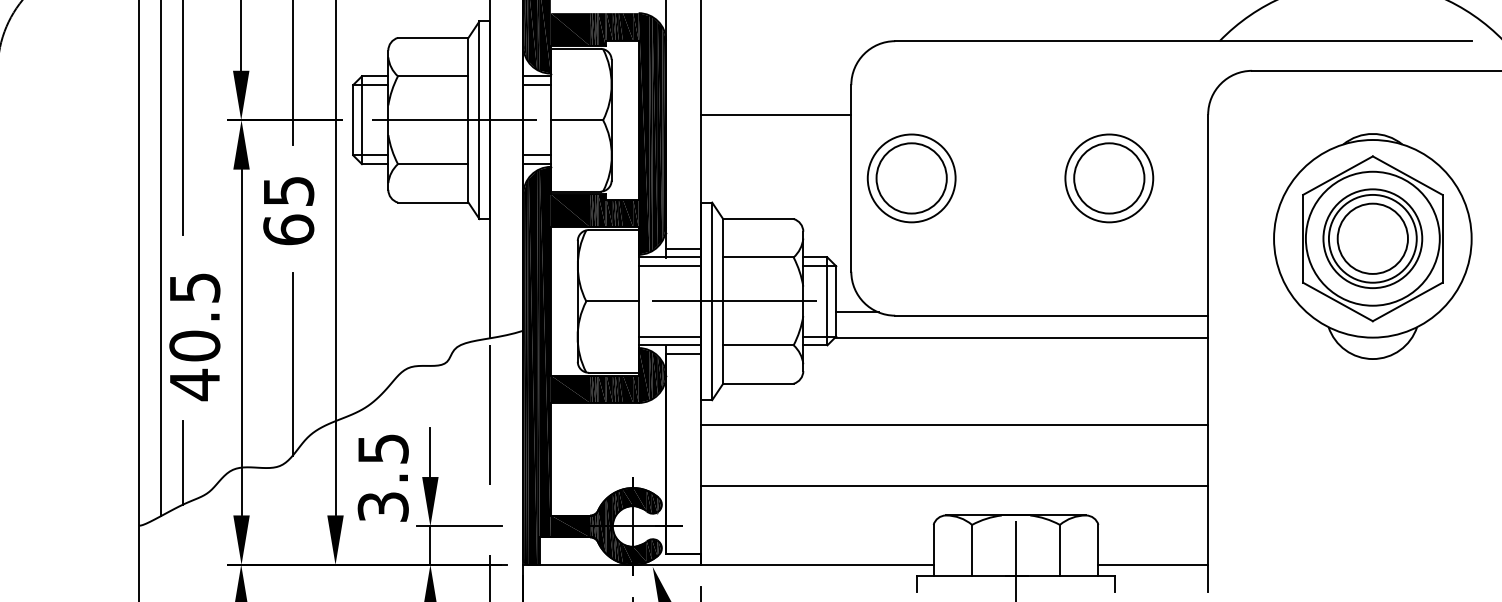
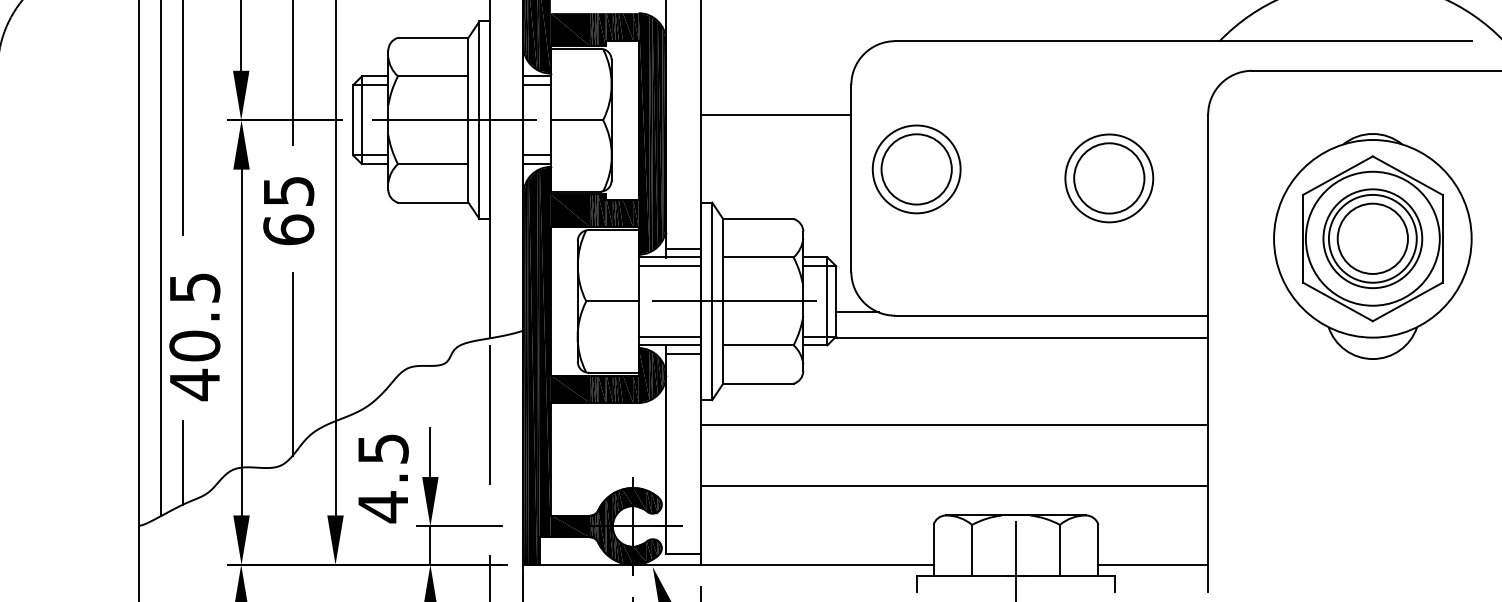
part at (911, 178) position: (911, 178) -> (916, 169)
text at (382, 507): 3.5 -> 4.5
